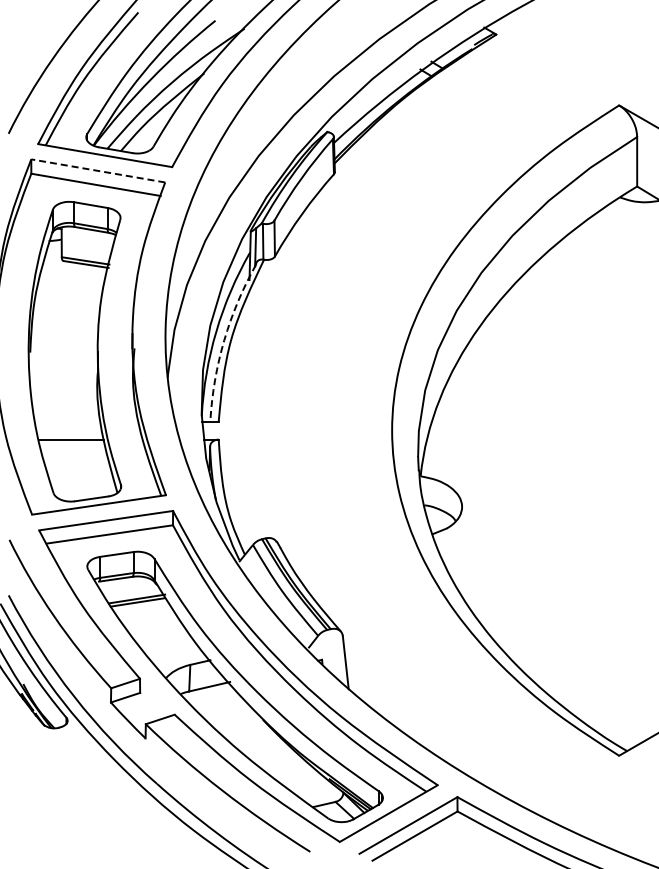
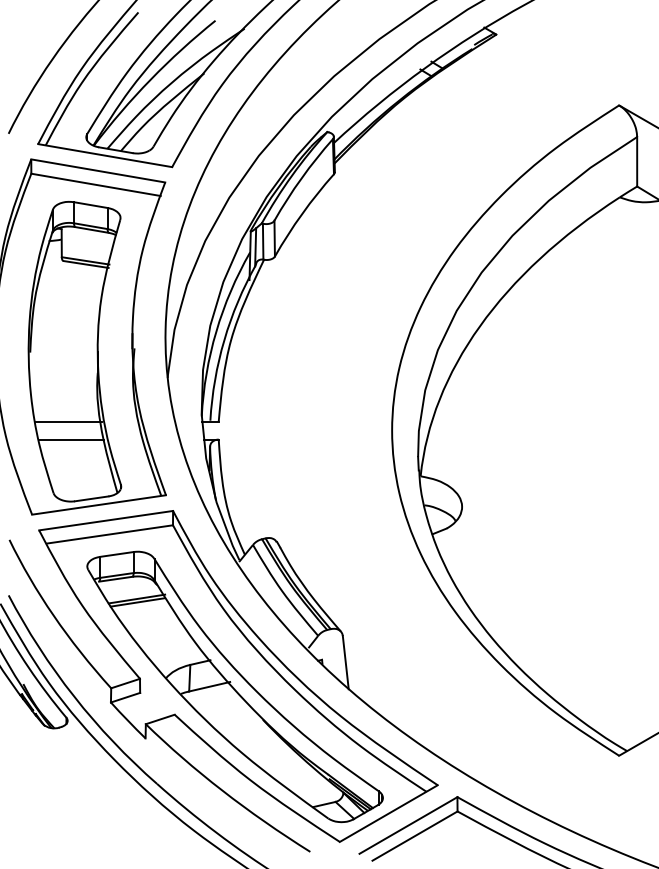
line at (98, 170): dashed -> solid
arc at (224, 340): dashed -> solid
line at (68, 421): none -> present
